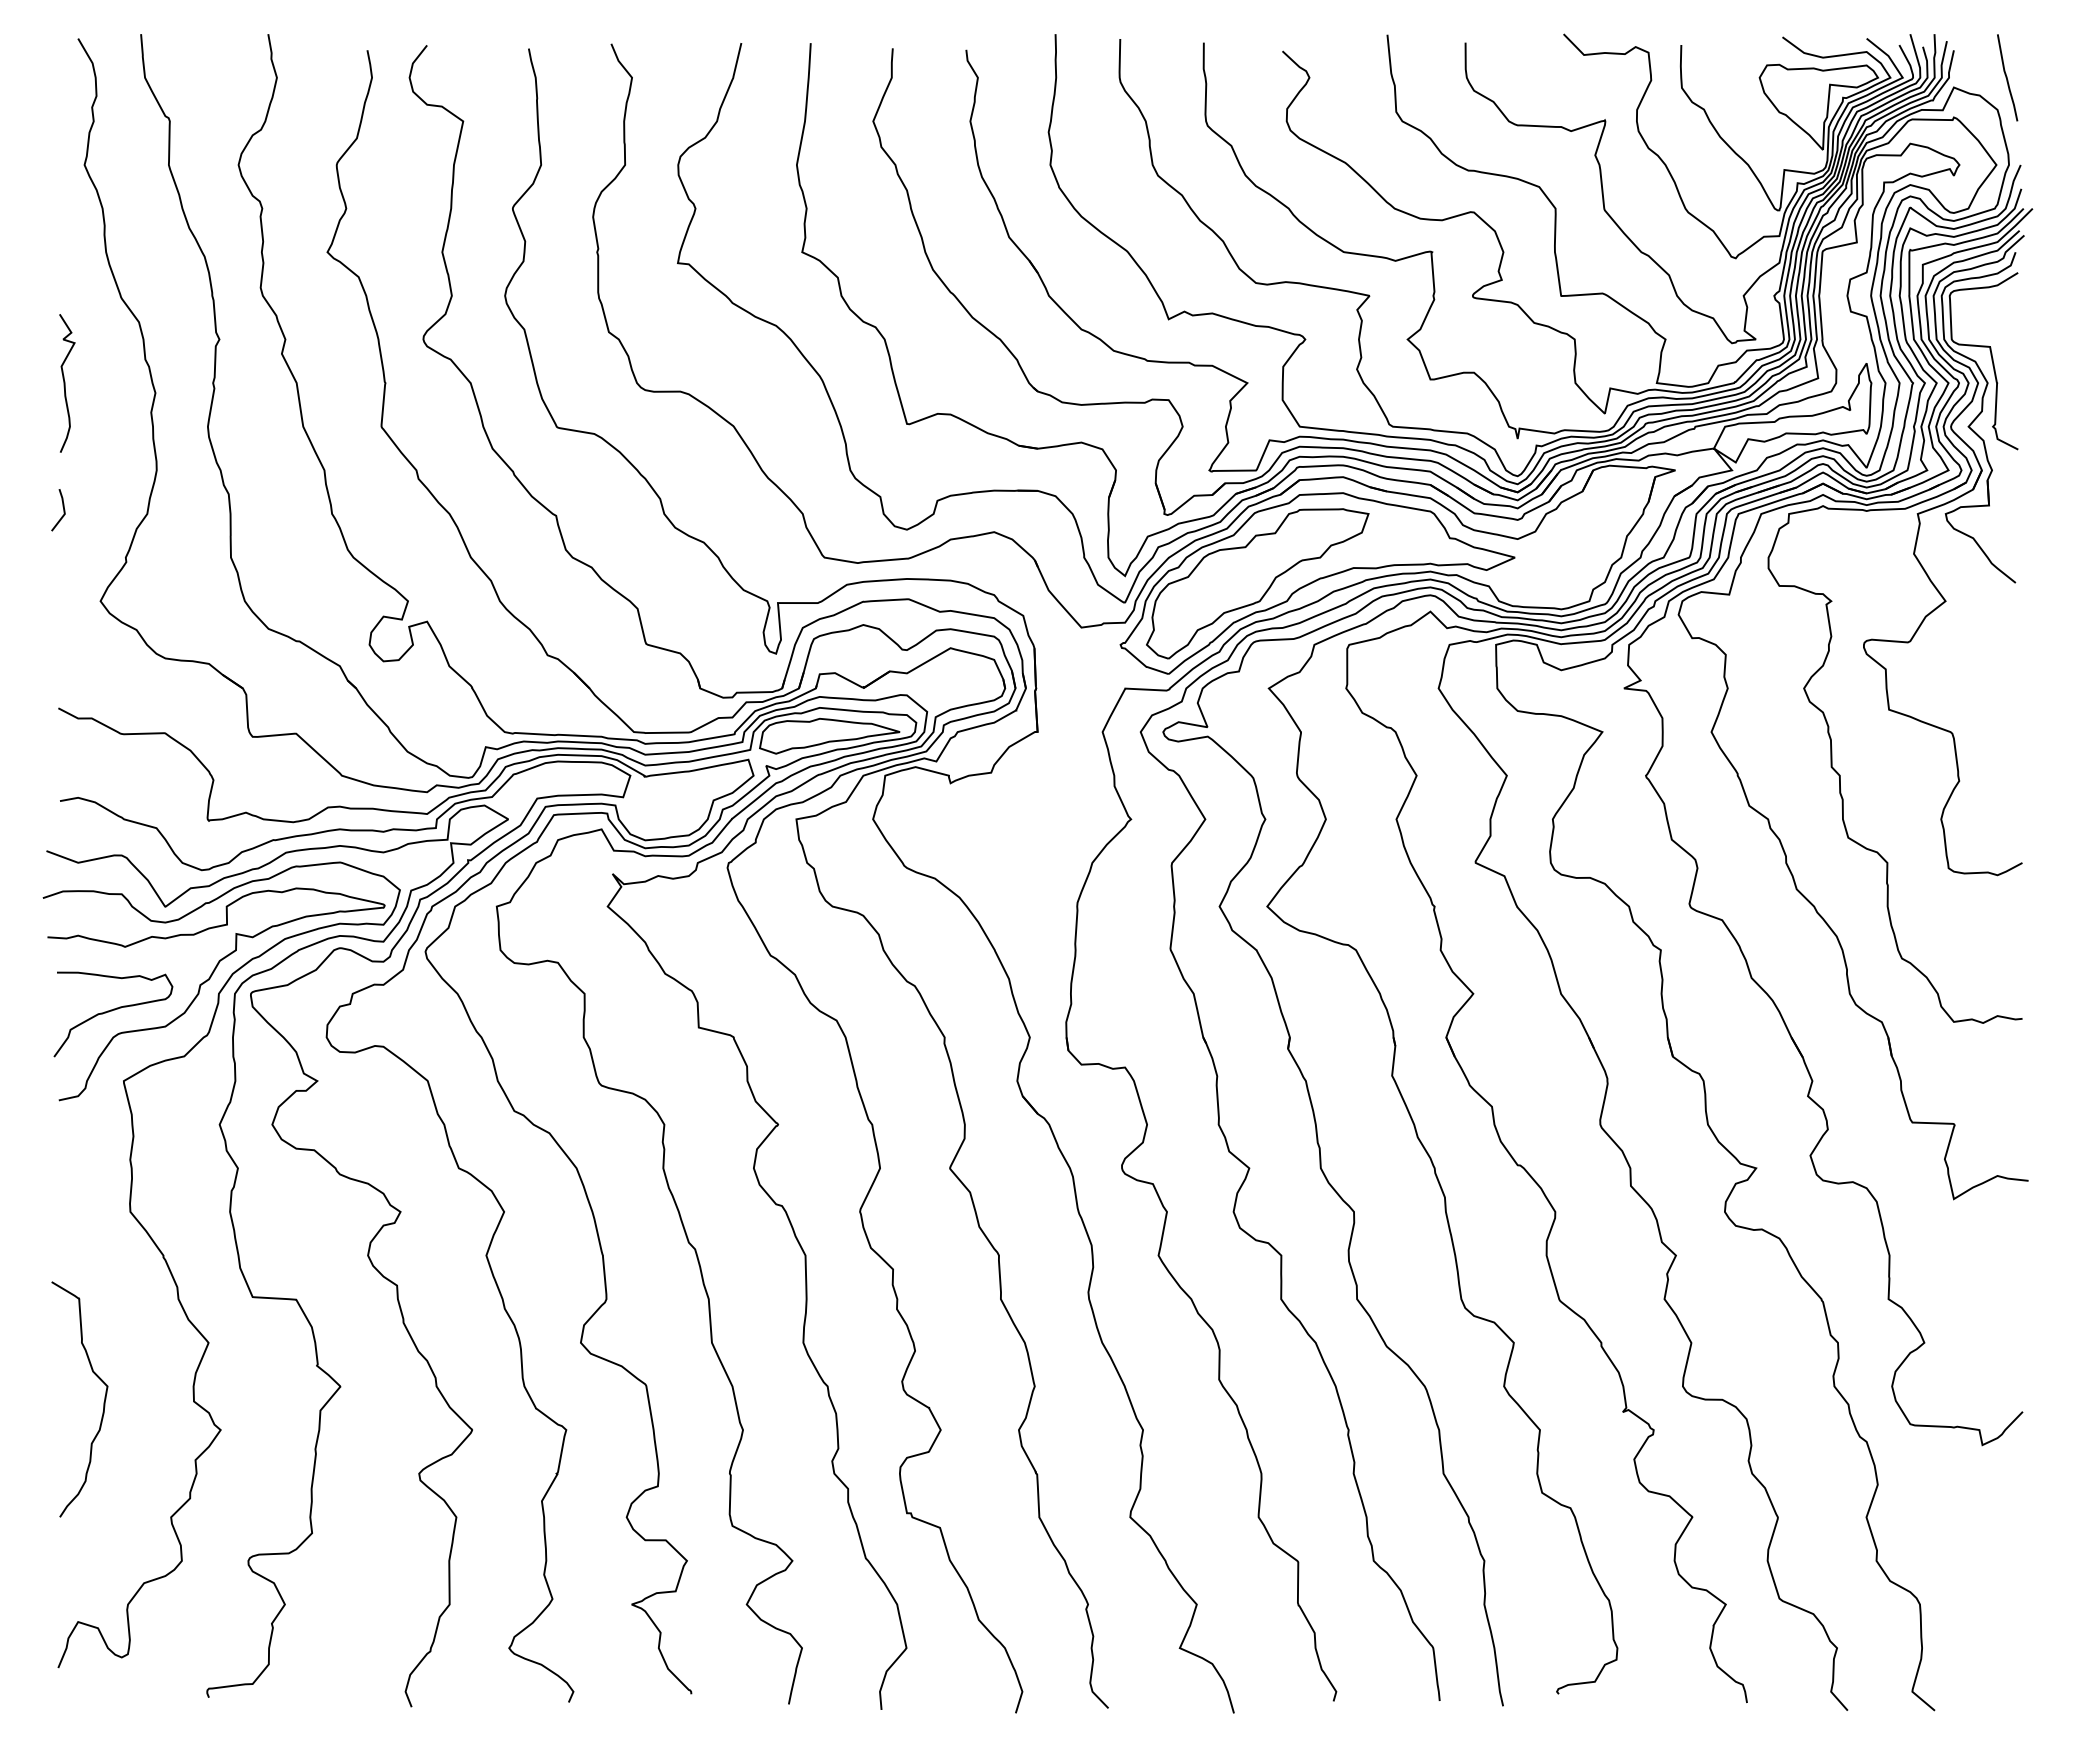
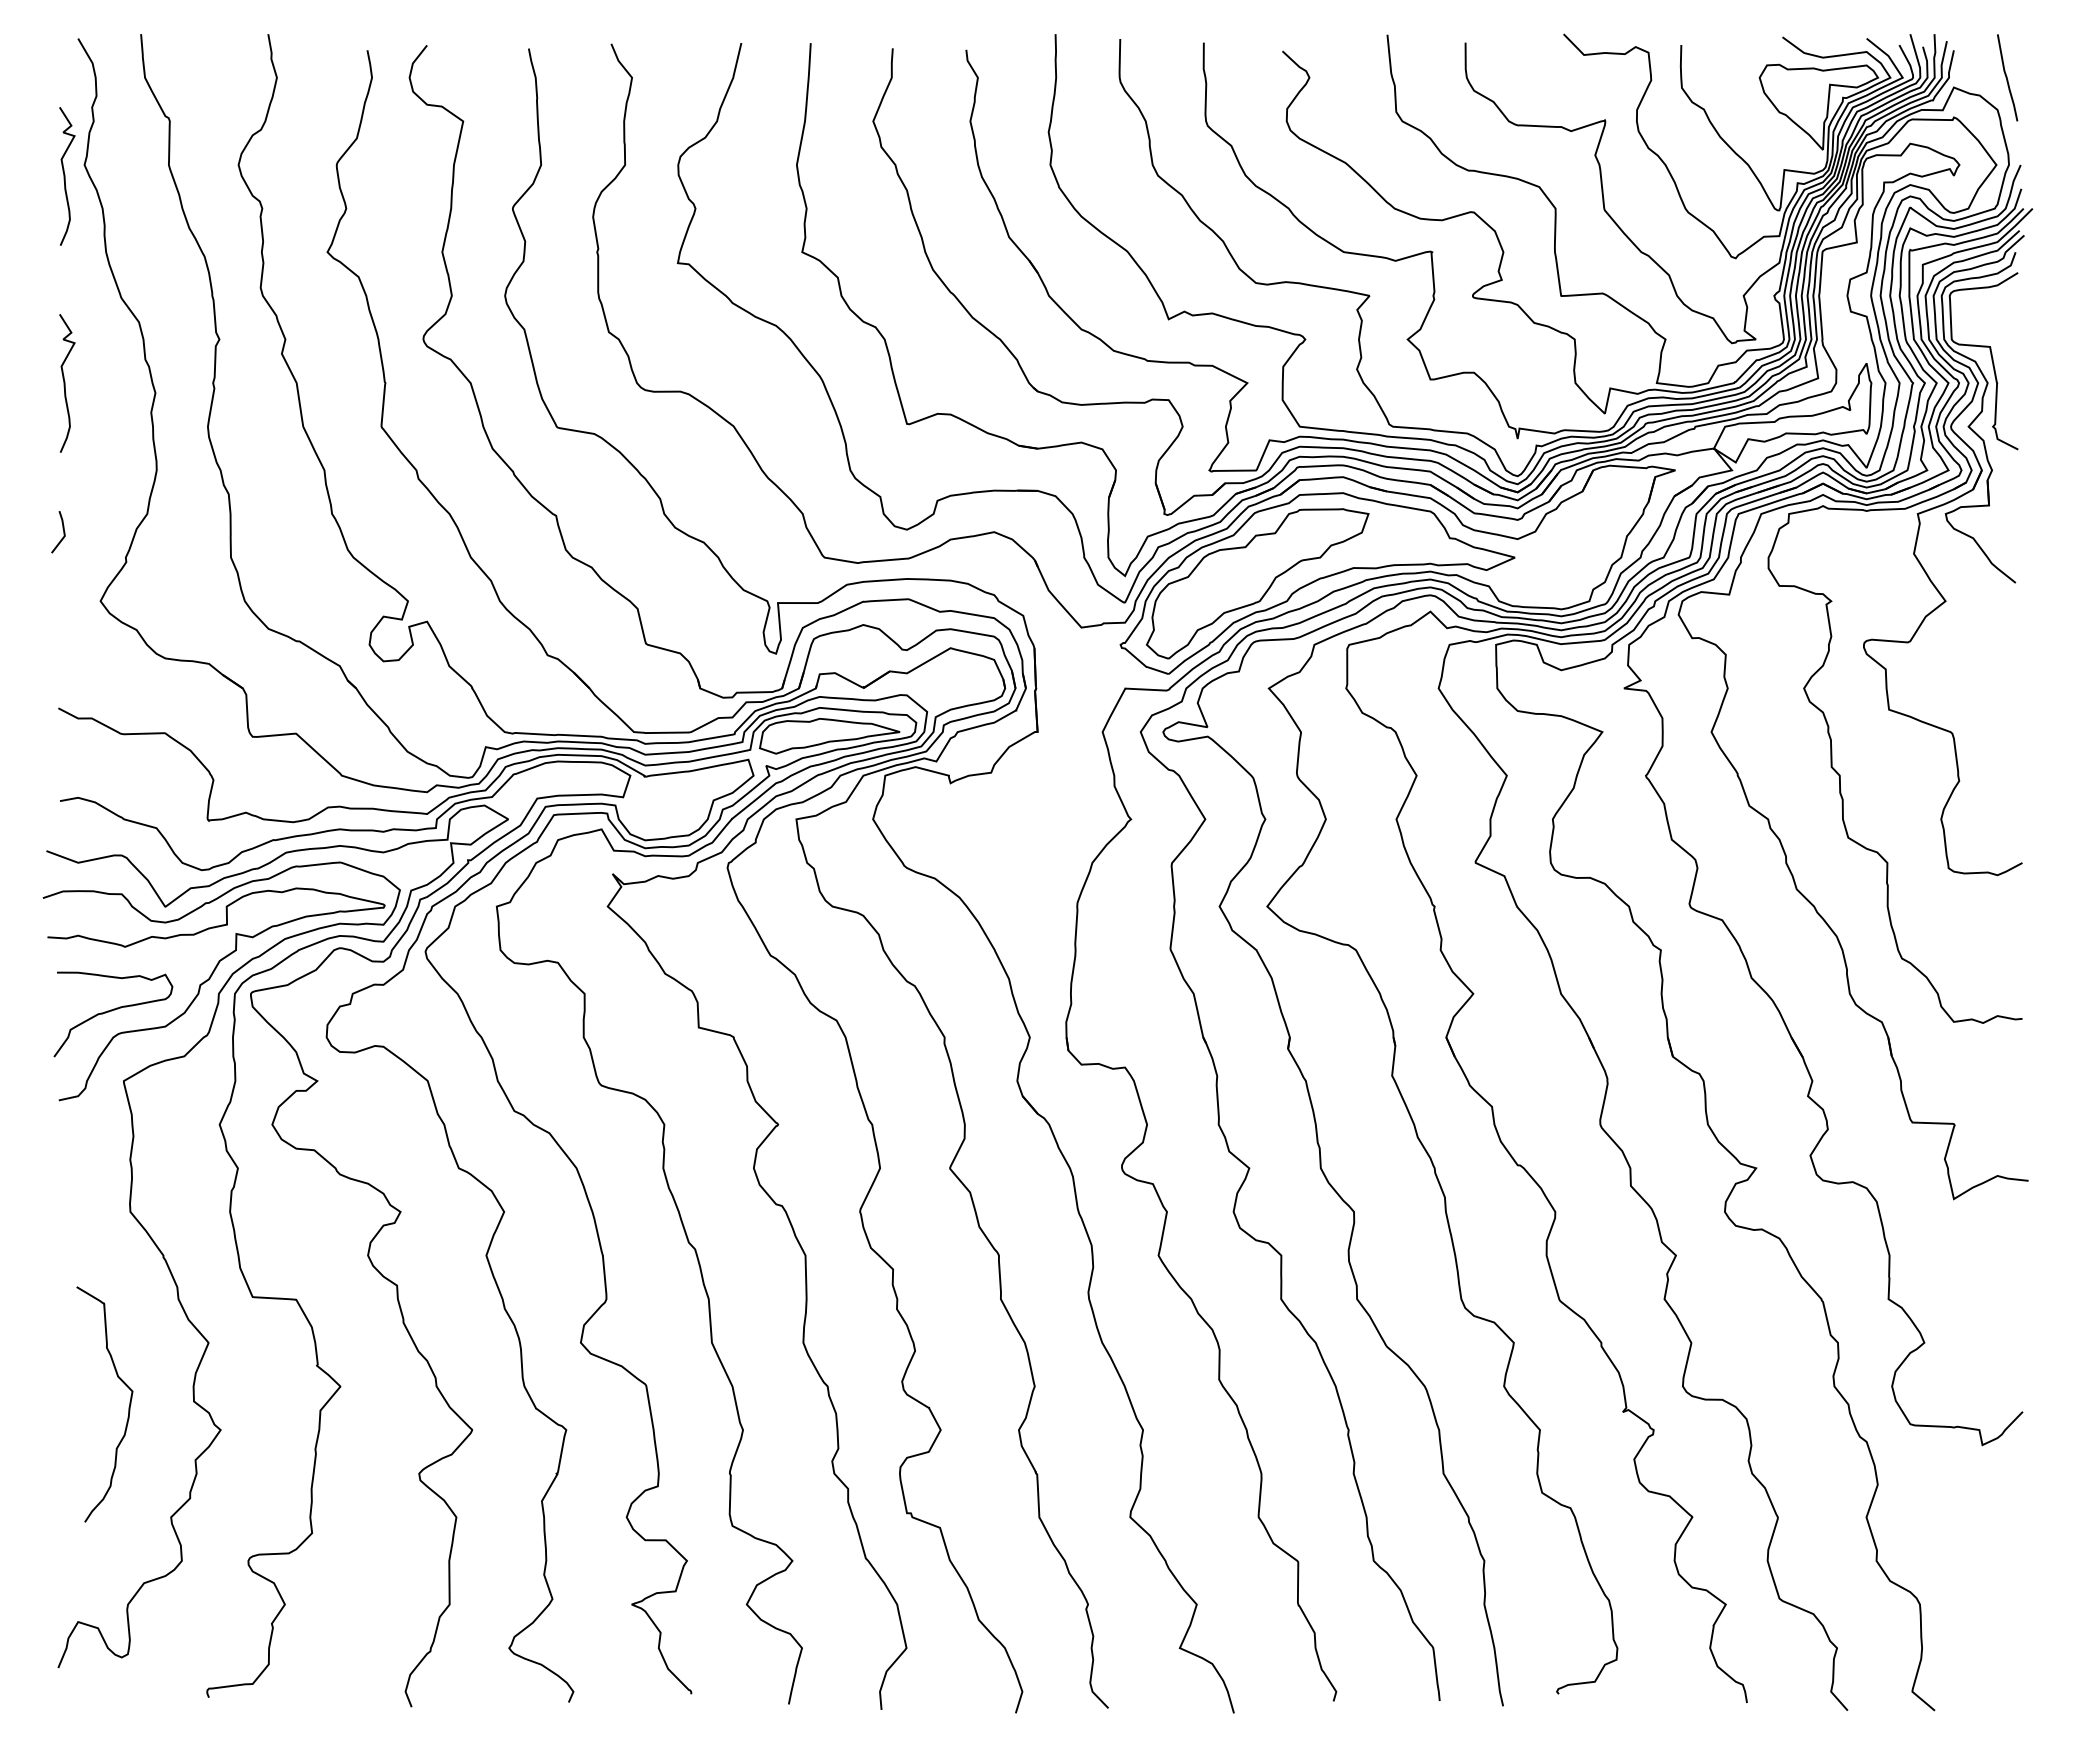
curve at (65, 176): none -> present
line at (63, 510) position: (63, 510) -> (63, 532)
curve at (103, 1402) position: (103, 1402) -> (128, 1407)
